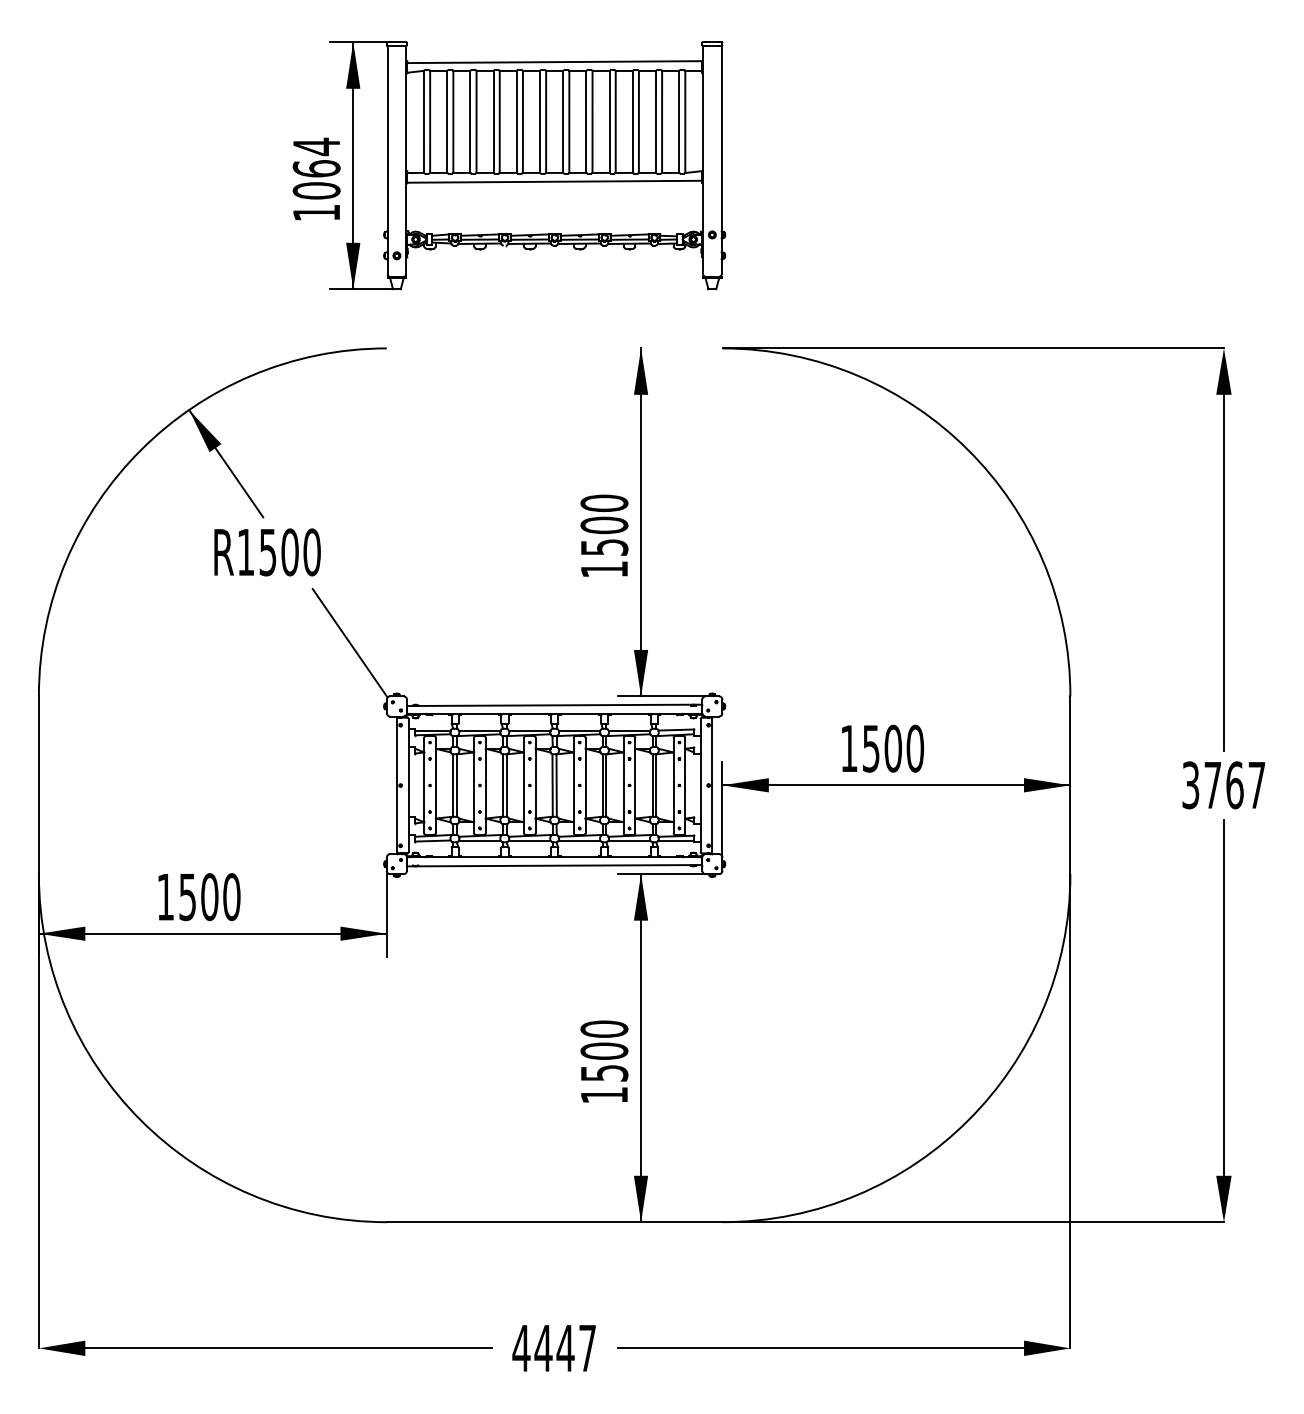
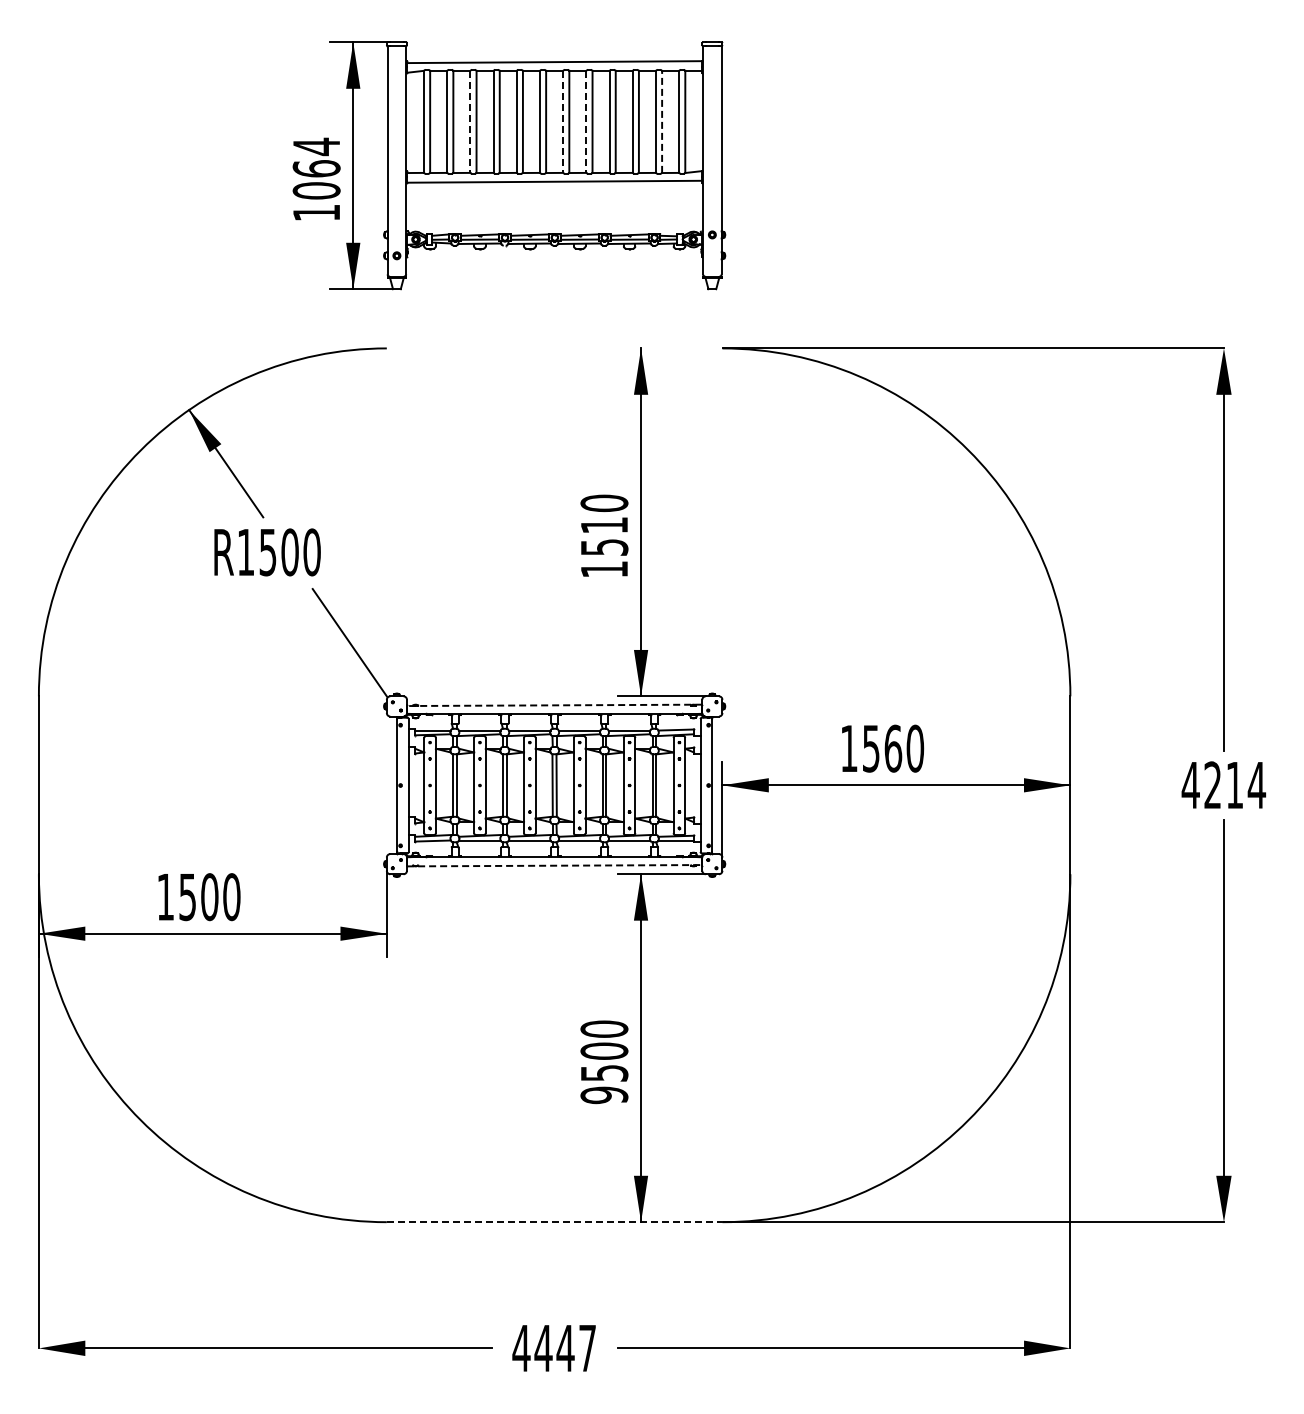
line at (662, 121): solid -> dashed
line at (470, 122): solid -> dashed
line at (563, 122): solid -> dashed
line at (586, 122): solid -> dashed
text at (604, 525): 1500 -> 1510
line at (554, 705): solid -> dashed
text at (893, 748): 1500 -> 1560
text at (1223, 785): 3767 -> 4214
line at (554, 865): solid -> dashed
text at (604, 1095): 1500 -> 9500
line at (554, 1222): solid -> dashed
